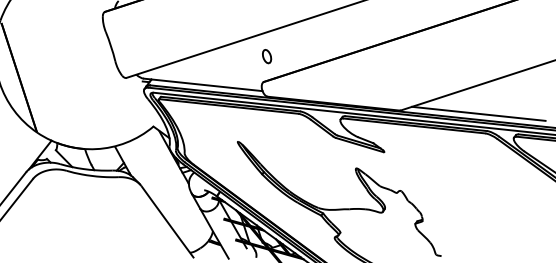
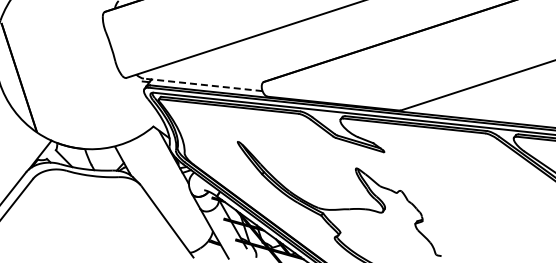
part at (267, 56): present -> none
line at (203, 84): solid -> dashed
line at (478, 113): present -> none
